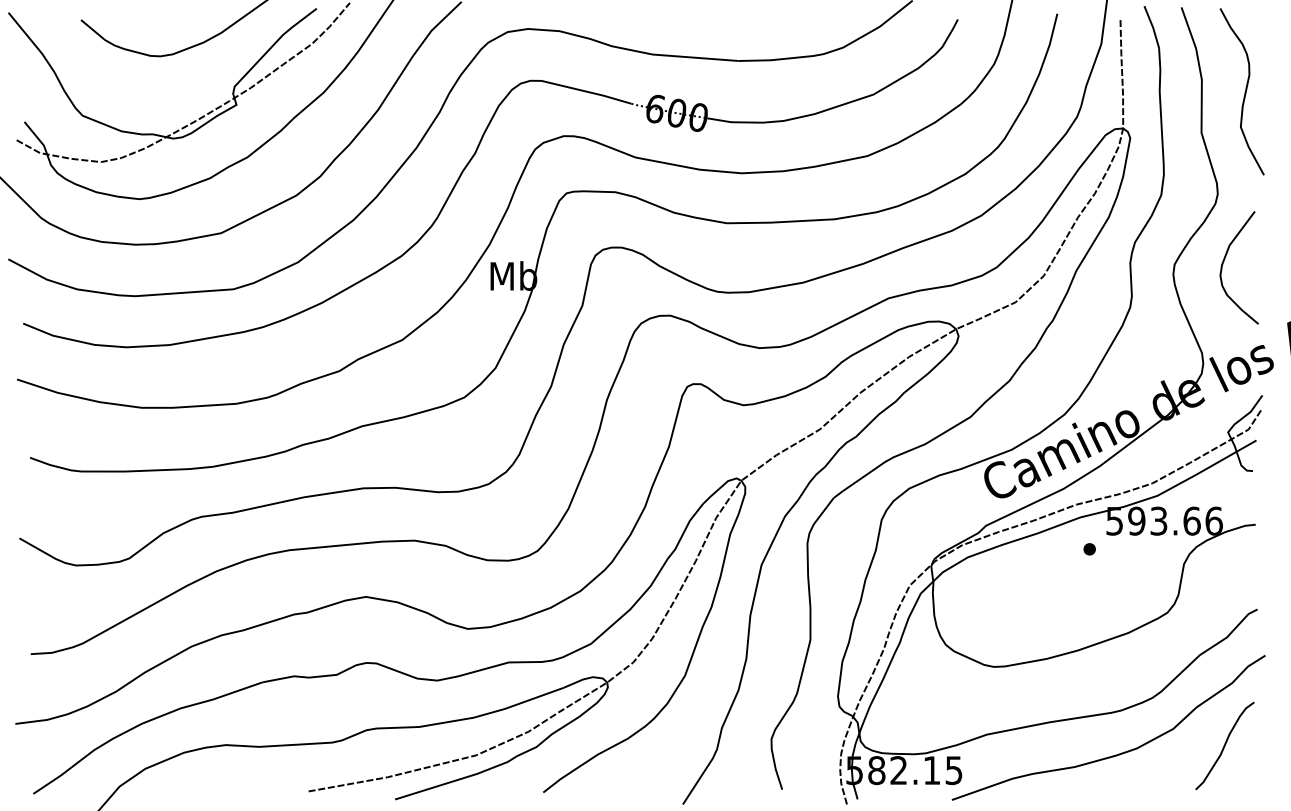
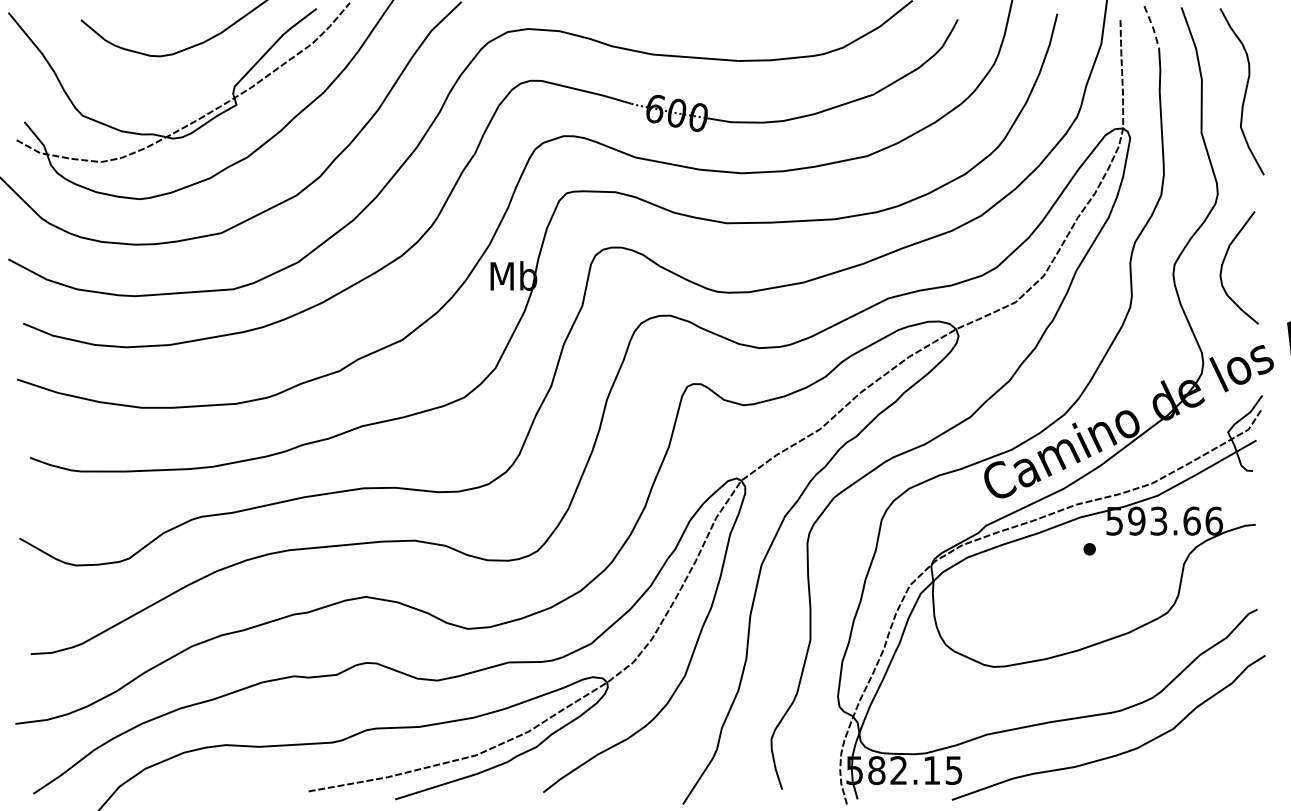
line at (1153, 27): solid -> dashed
curve at (1224, 745): present -> none
